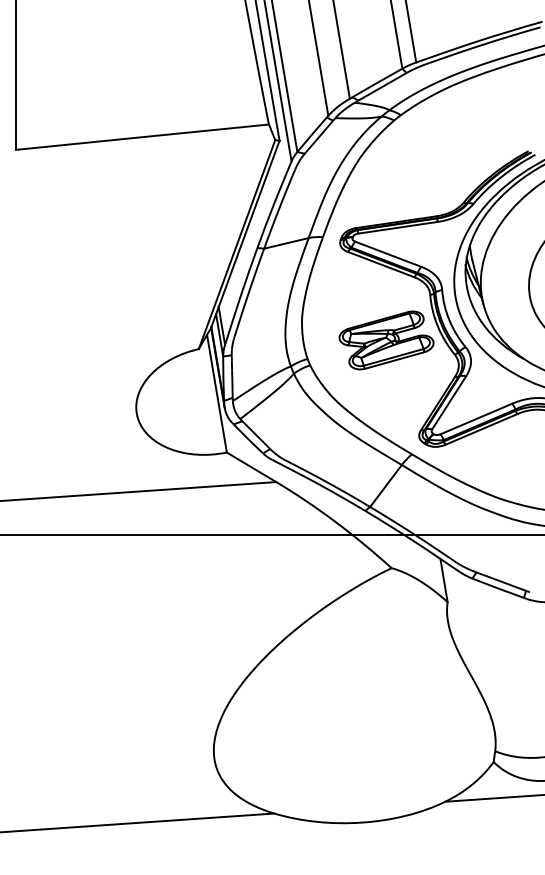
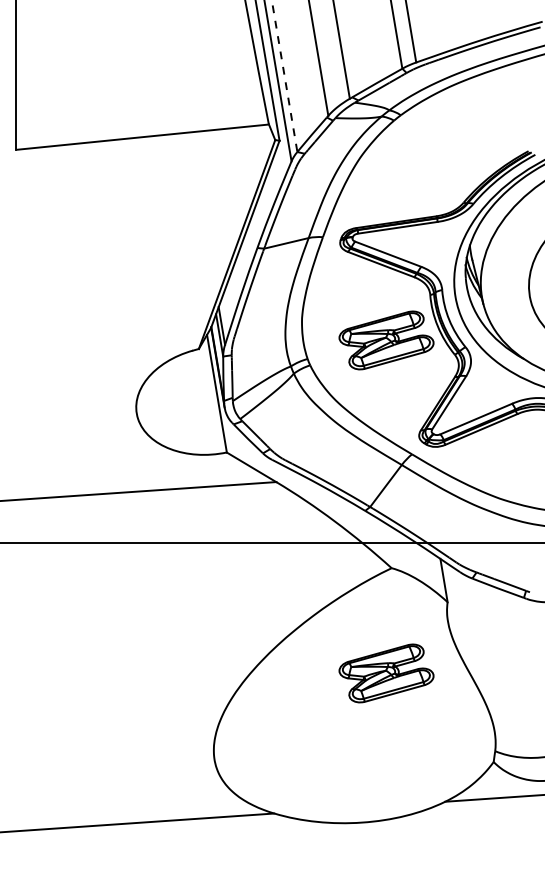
line at (284, 76): solid -> dashed
line at (271, 535) position: (271, 535) -> (271, 543)
part at (386, 673): none -> present
